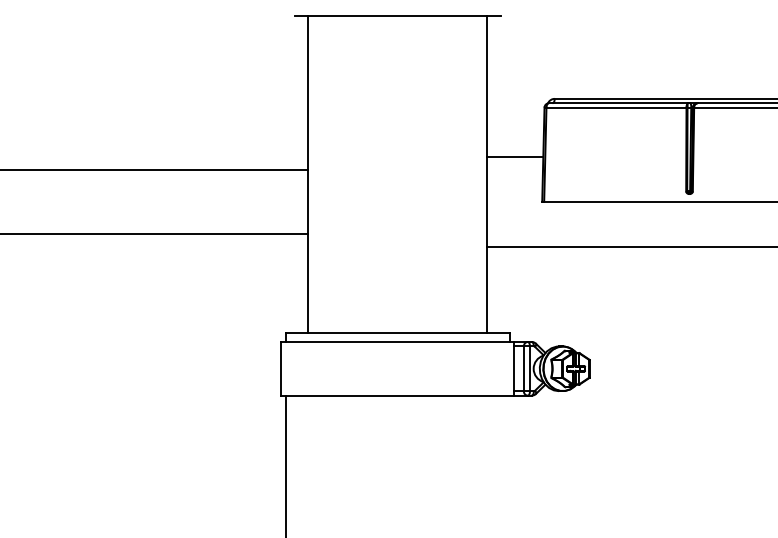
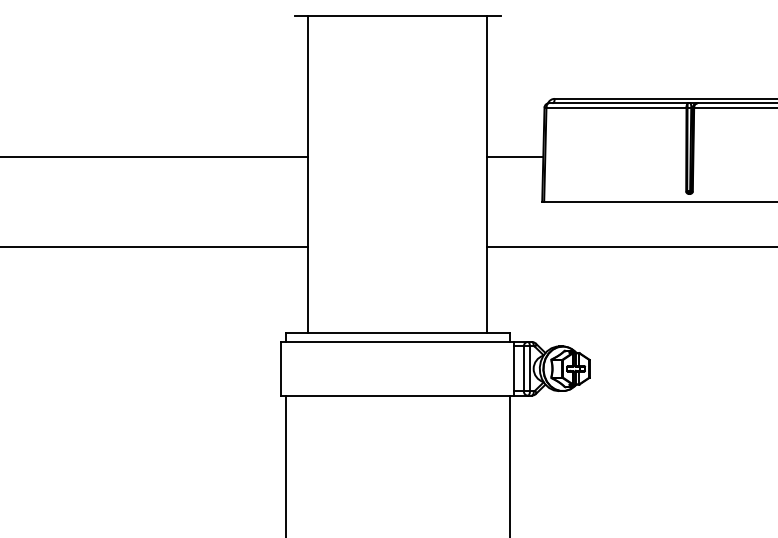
line at (155, 169) position: (155, 169) -> (155, 156)
line at (155, 233) position: (155, 233) -> (155, 246)
line at (509, 464): none -> present
